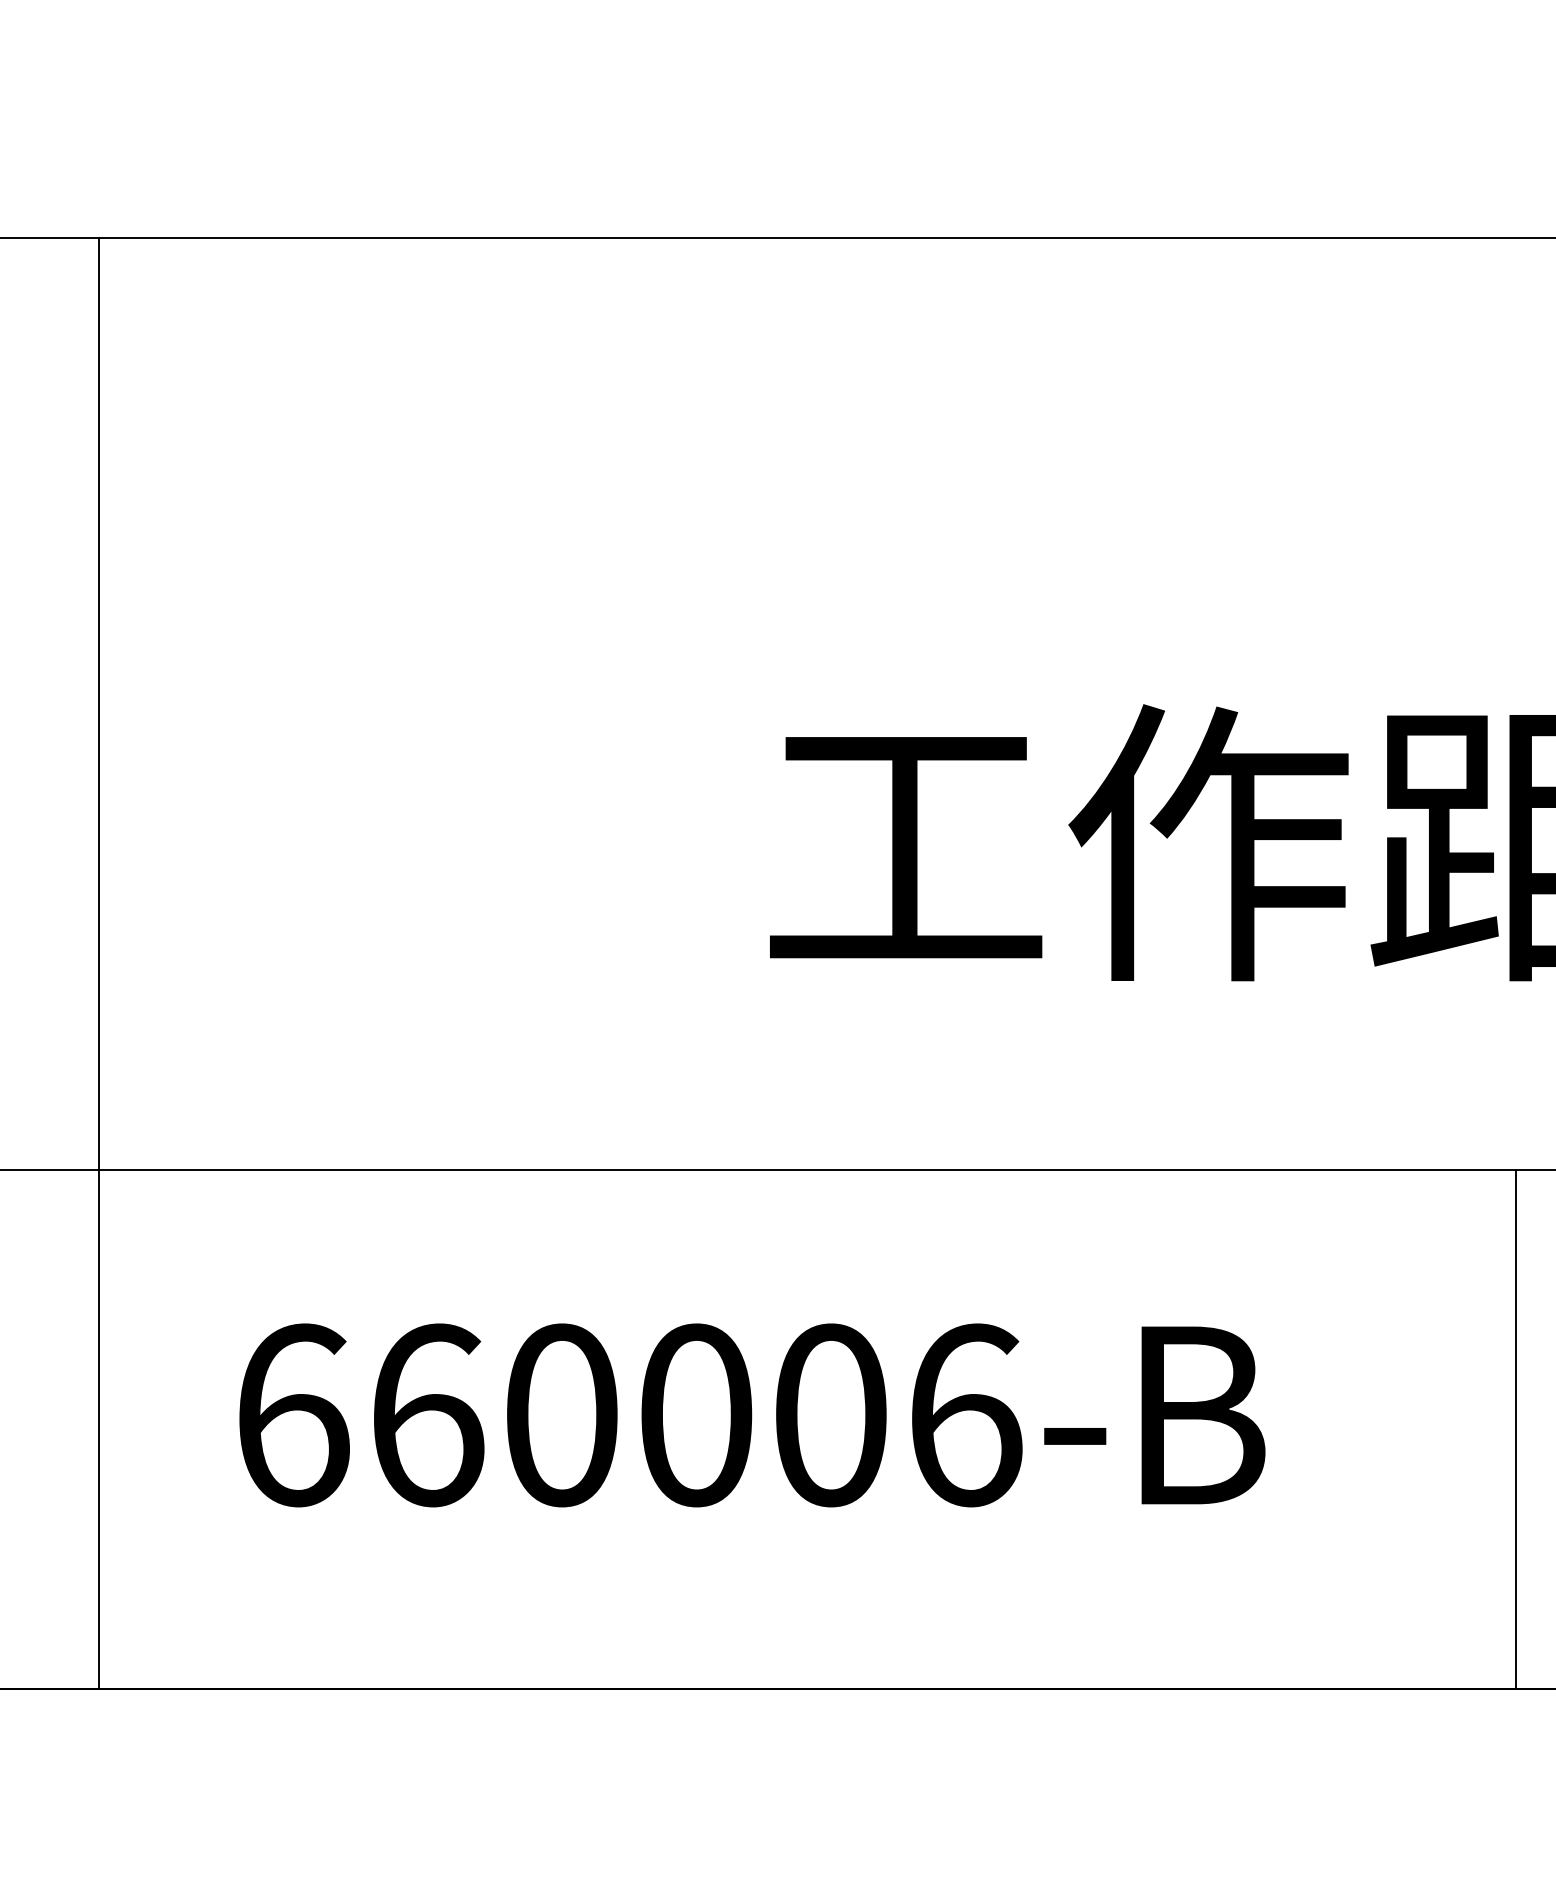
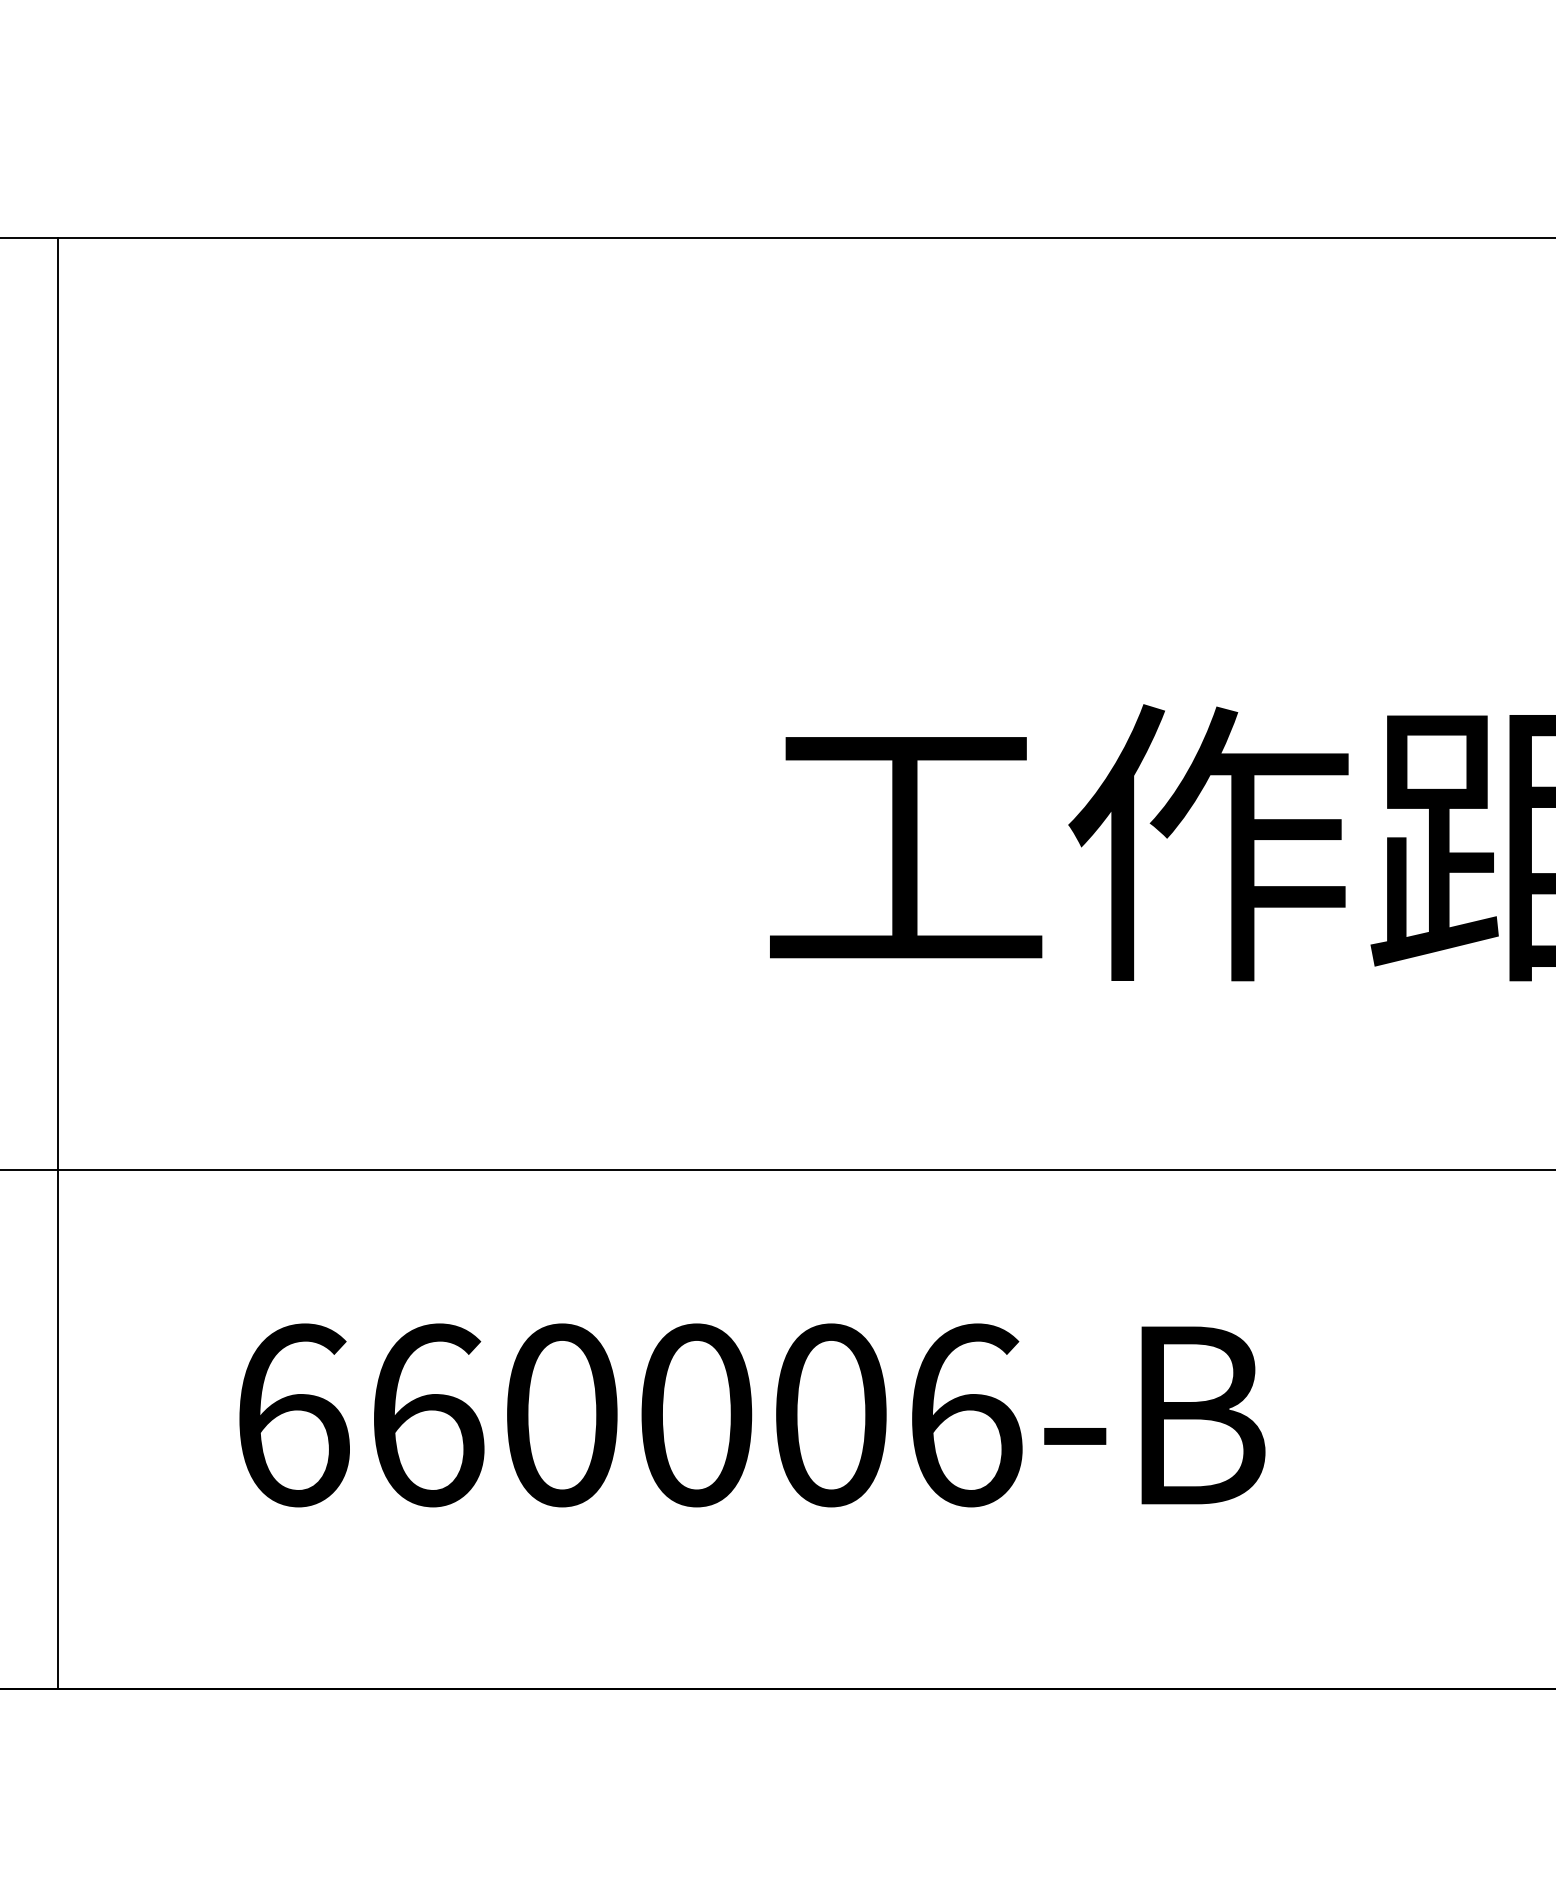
line at (99, 962) position: (99, 962) -> (58, 962)
line at (1516, 1429): present -> none
